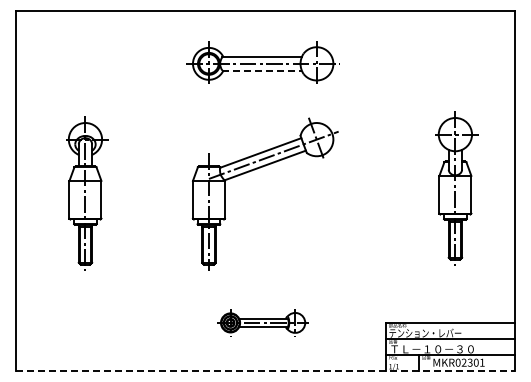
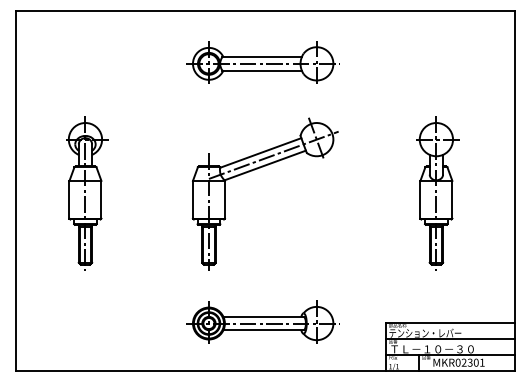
line at (262, 70): dashed -> solid
part at (456, 188) position: (456, 188) -> (437, 193)
part at (262, 322) size: 92x28 px -> 154x44 px
line at (265, 370): dashed -> solid
